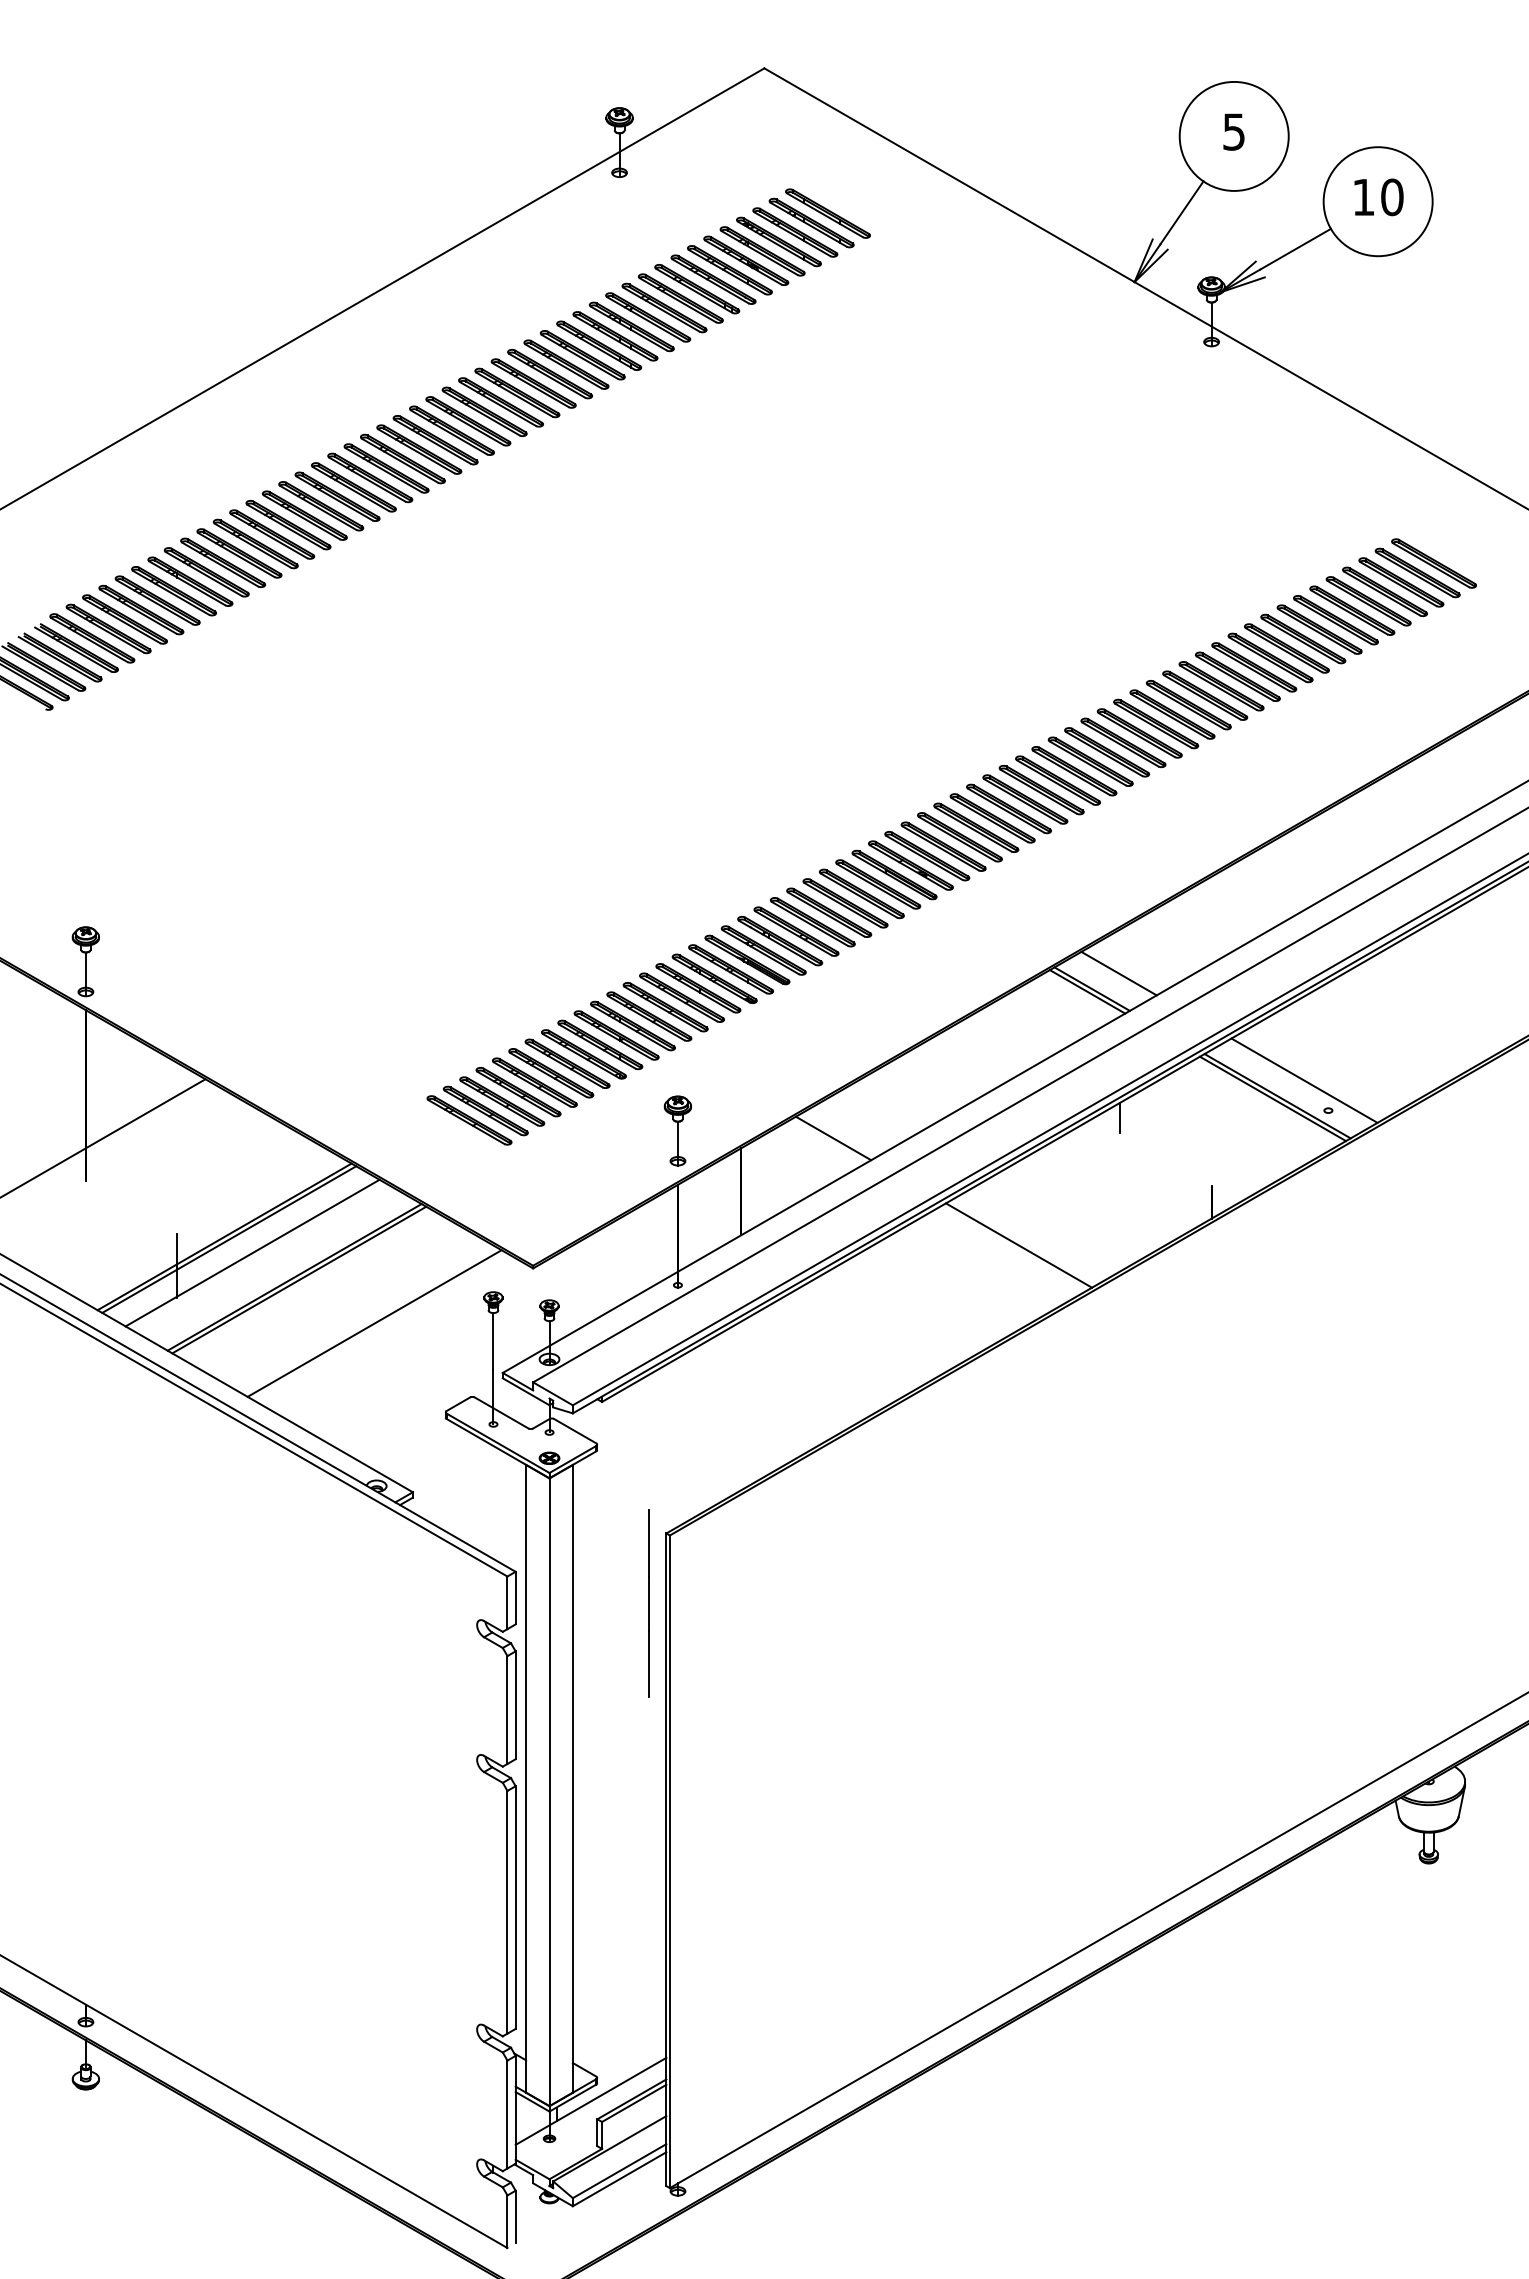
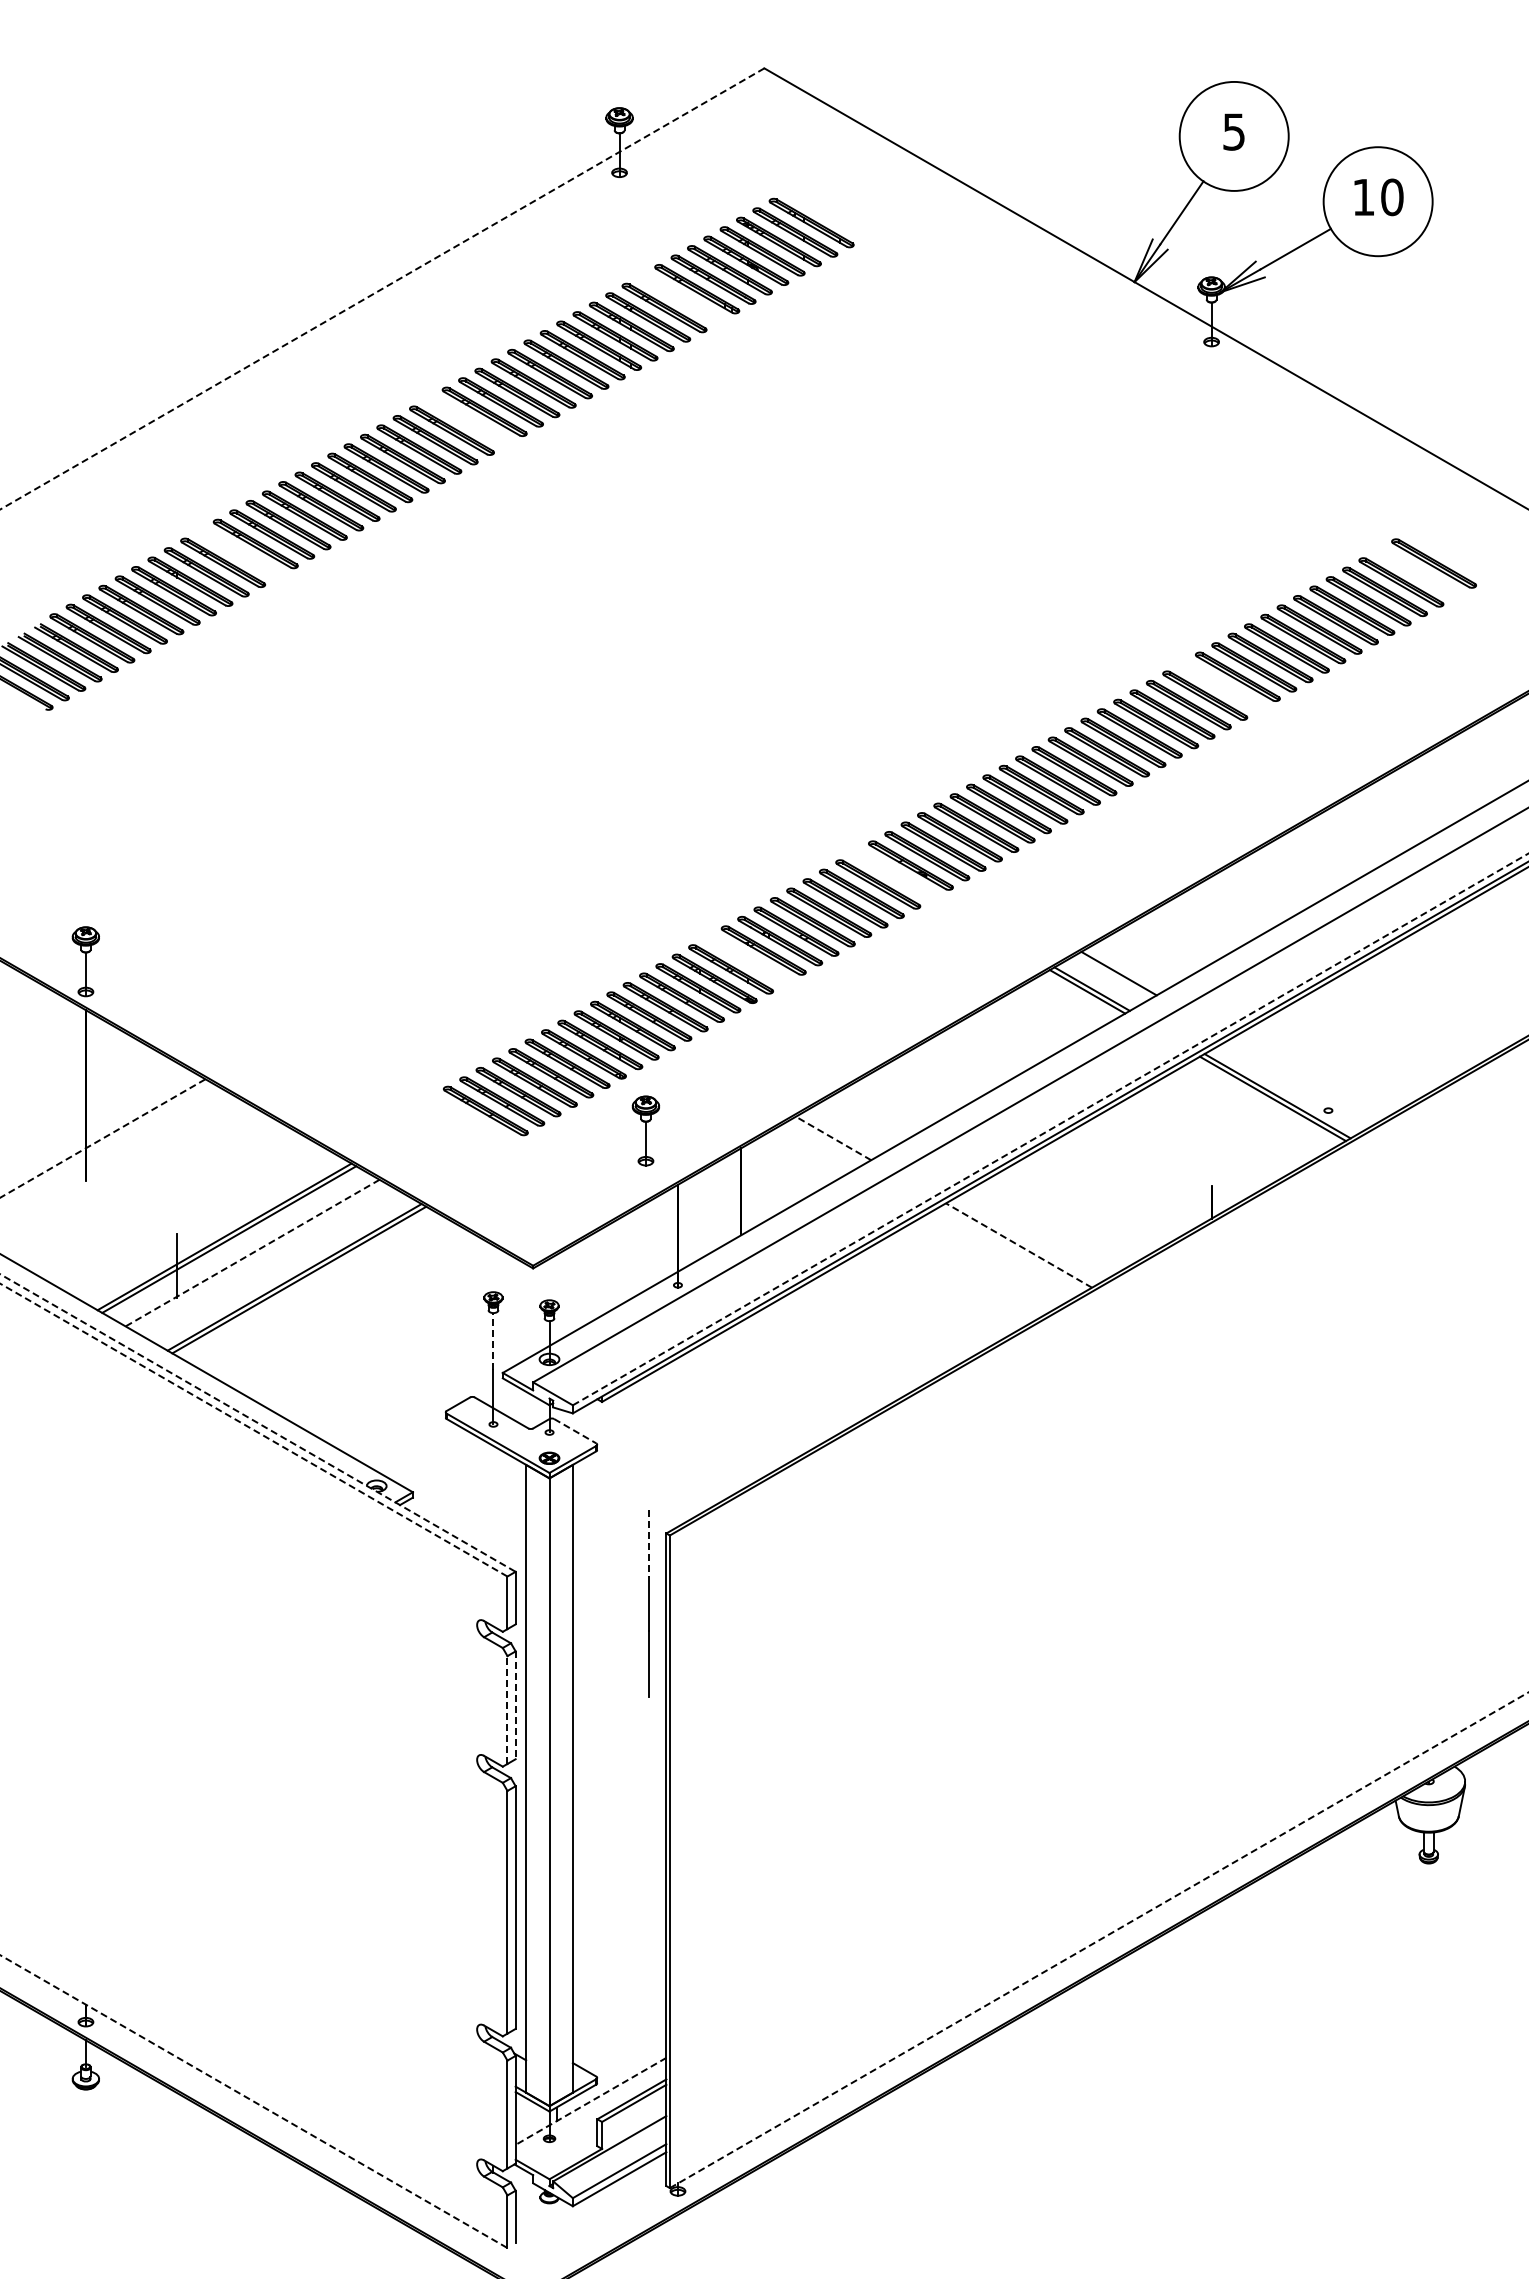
part at (827, 213): present -> none
line at (382, 288): solid -> dashed
part at (680, 298): present -> none
part at (468, 421): present -> none
part at (239, 553): present -> none
part at (1417, 572): present -> none
part at (1221, 686): present -> none
part at (894, 874): present -> none
part at (747, 959): present -> none
line at (1304, 1080): present -> none
line at (1120, 1117): present -> none
part at (469, 1120): present -> none
line at (1050, 1129): solid -> dashed
part at (677, 1130) position: (677, 1130) -> (645, 1130)
line at (103, 1138): solid -> dashed
line at (833, 1138): solid -> dashed
line at (1018, 1245): solid -> dashed
line at (252, 1253): solid -> dashed
line at (374, 1323): present -> none
line at (493, 1340): solid -> dashed
line at (258, 1423): solid -> dashed
line at (253, 1430): solid -> dashed
line at (575, 1431): solid -> dashed
line at (648, 1543): solid -> dashed
line at (515, 1705): solid -> dashed
line at (507, 1710): solid -> dashed
line at (1099, 1940): solid -> dashed
line at (253, 2101): solid -> dashed
line at (590, 2101): solid -> dashed
